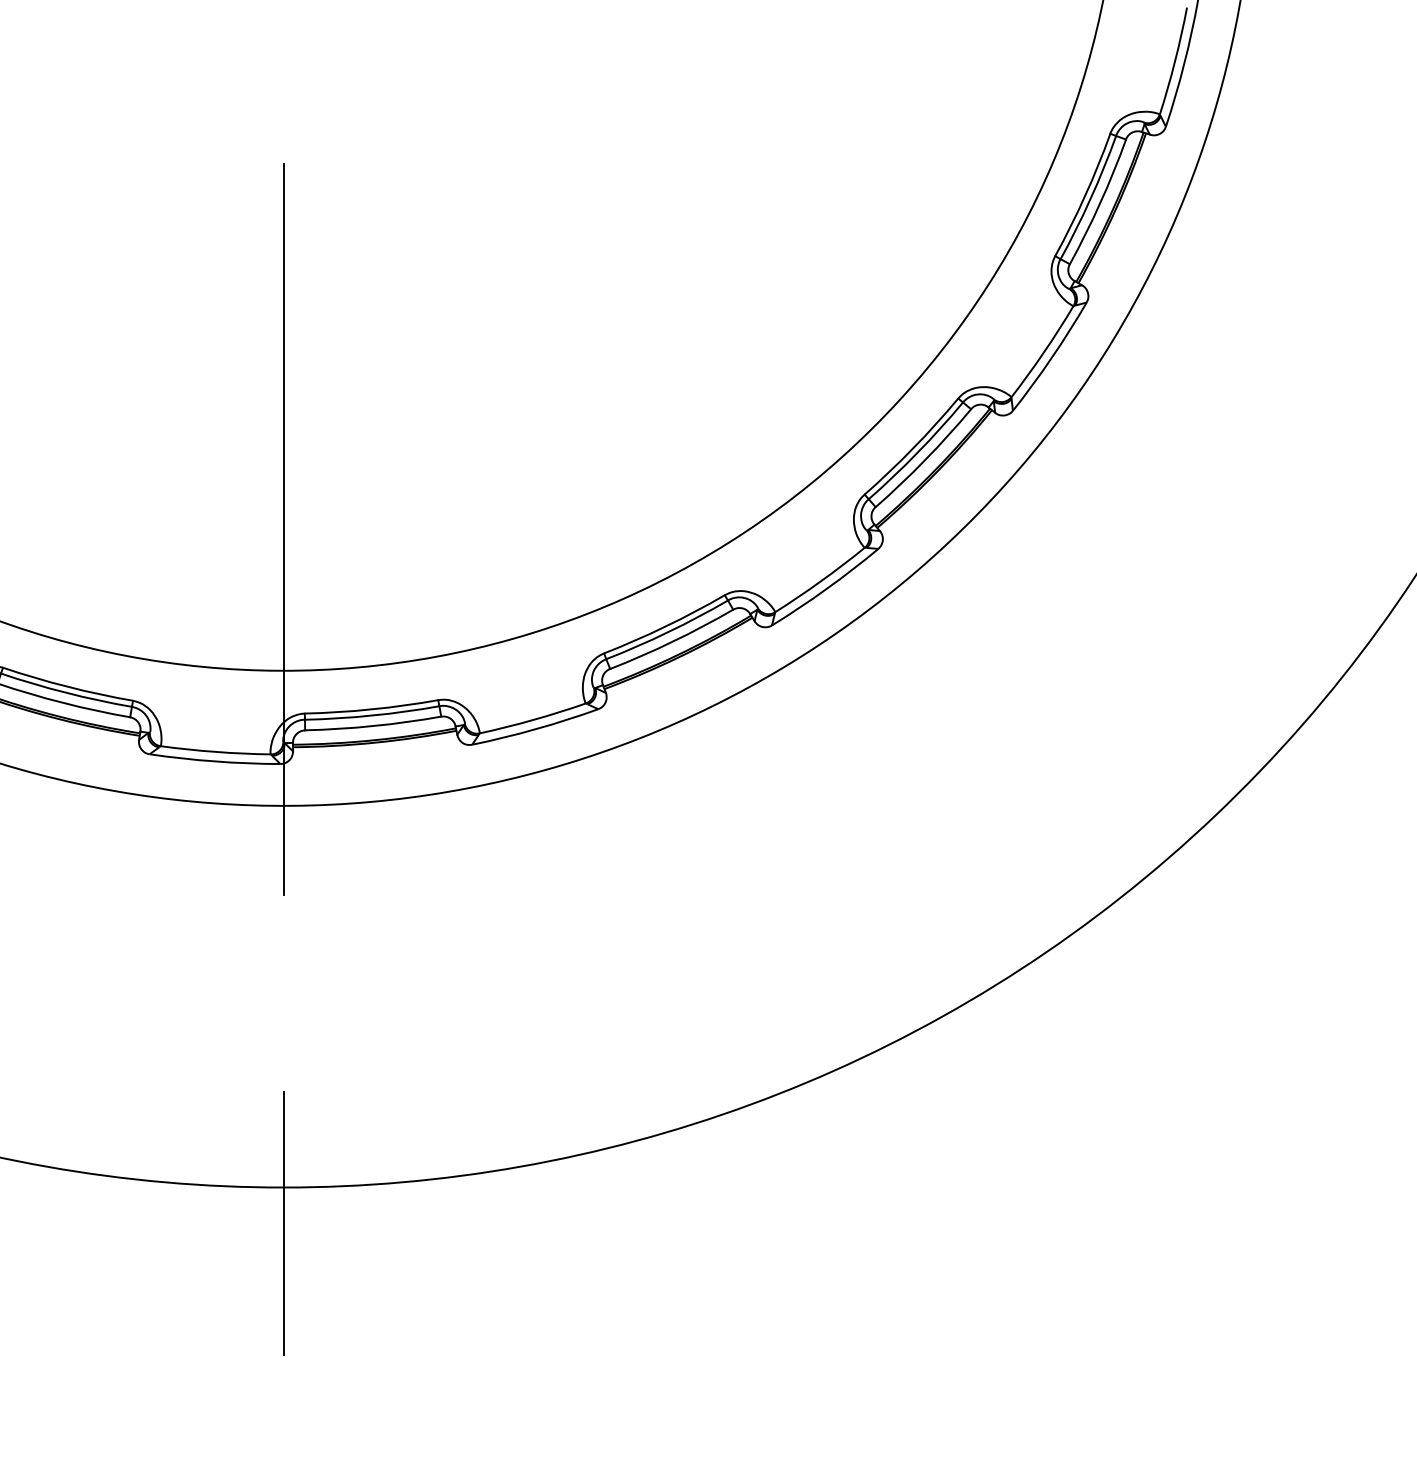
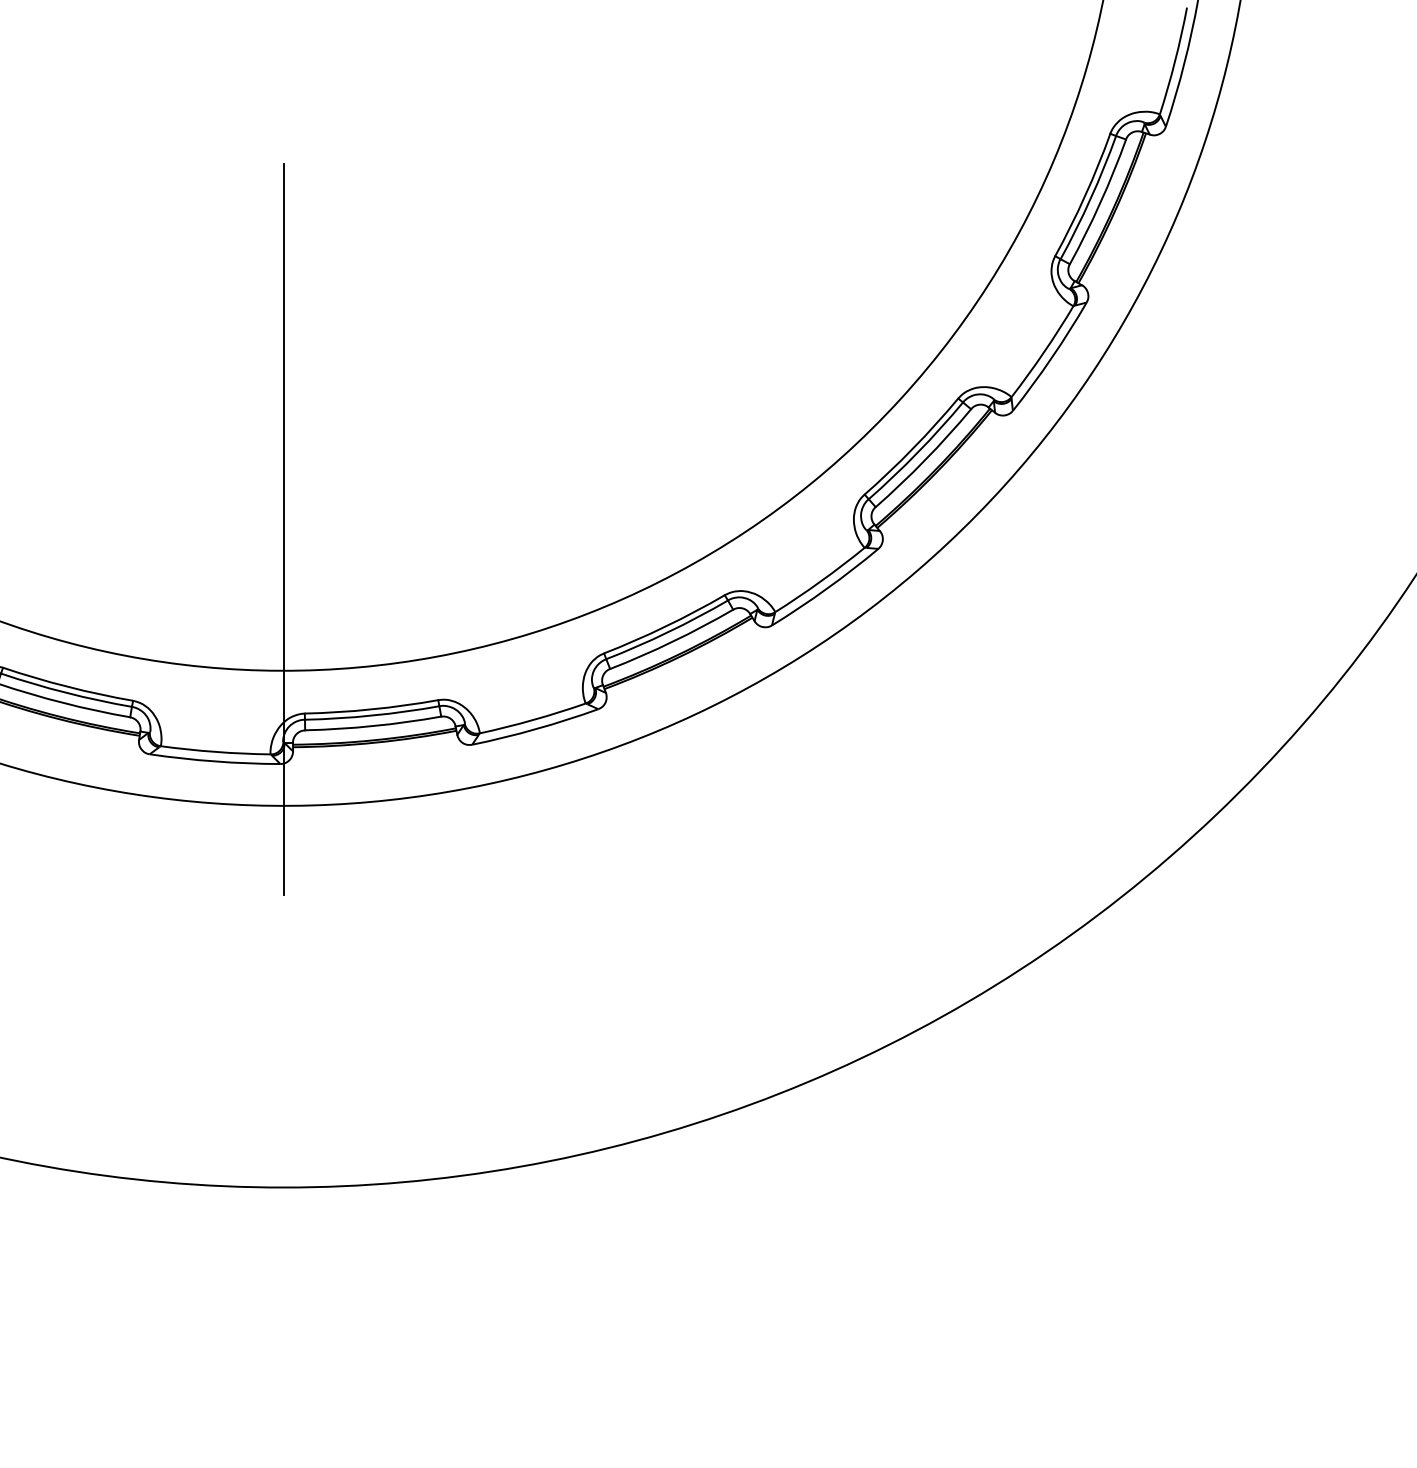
line at (283, 1223): present -> none
